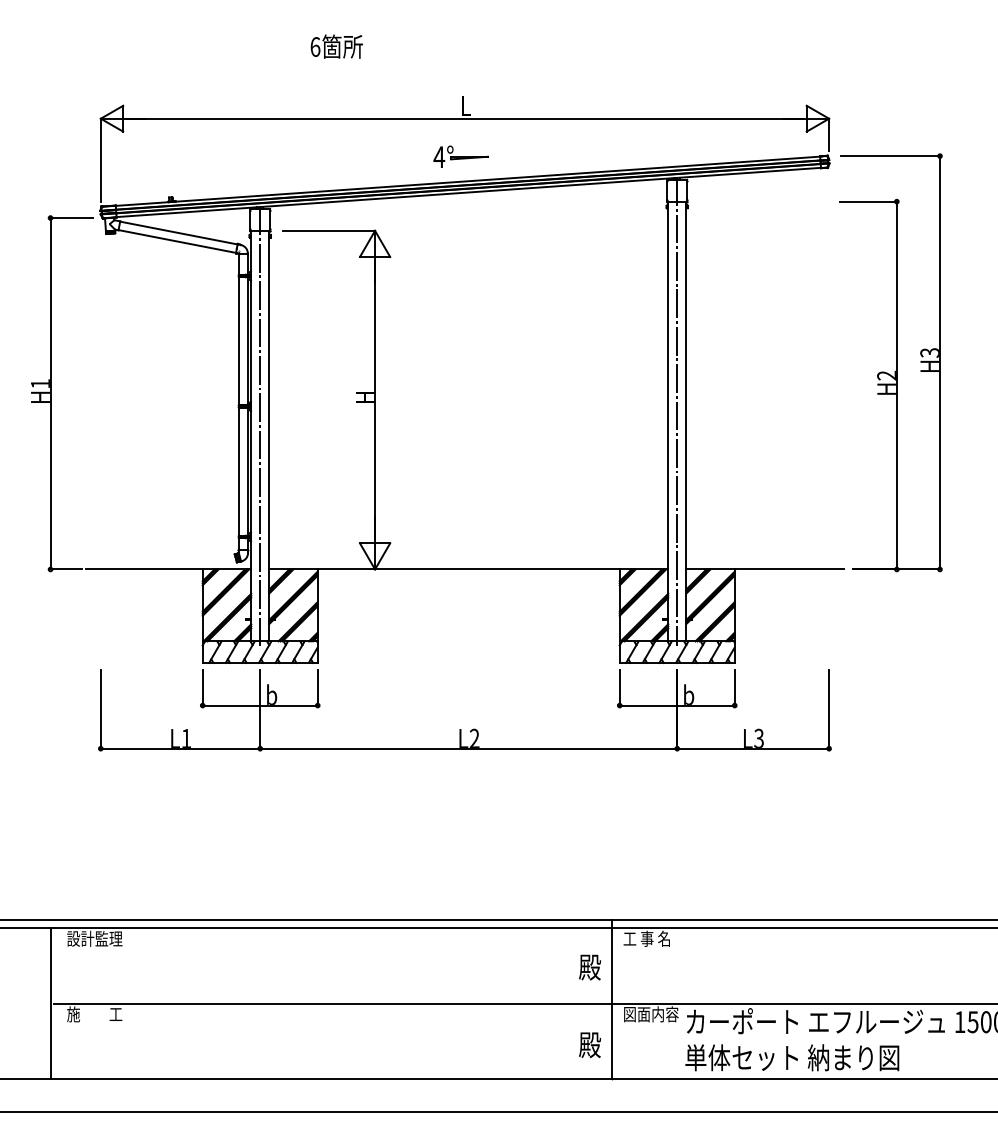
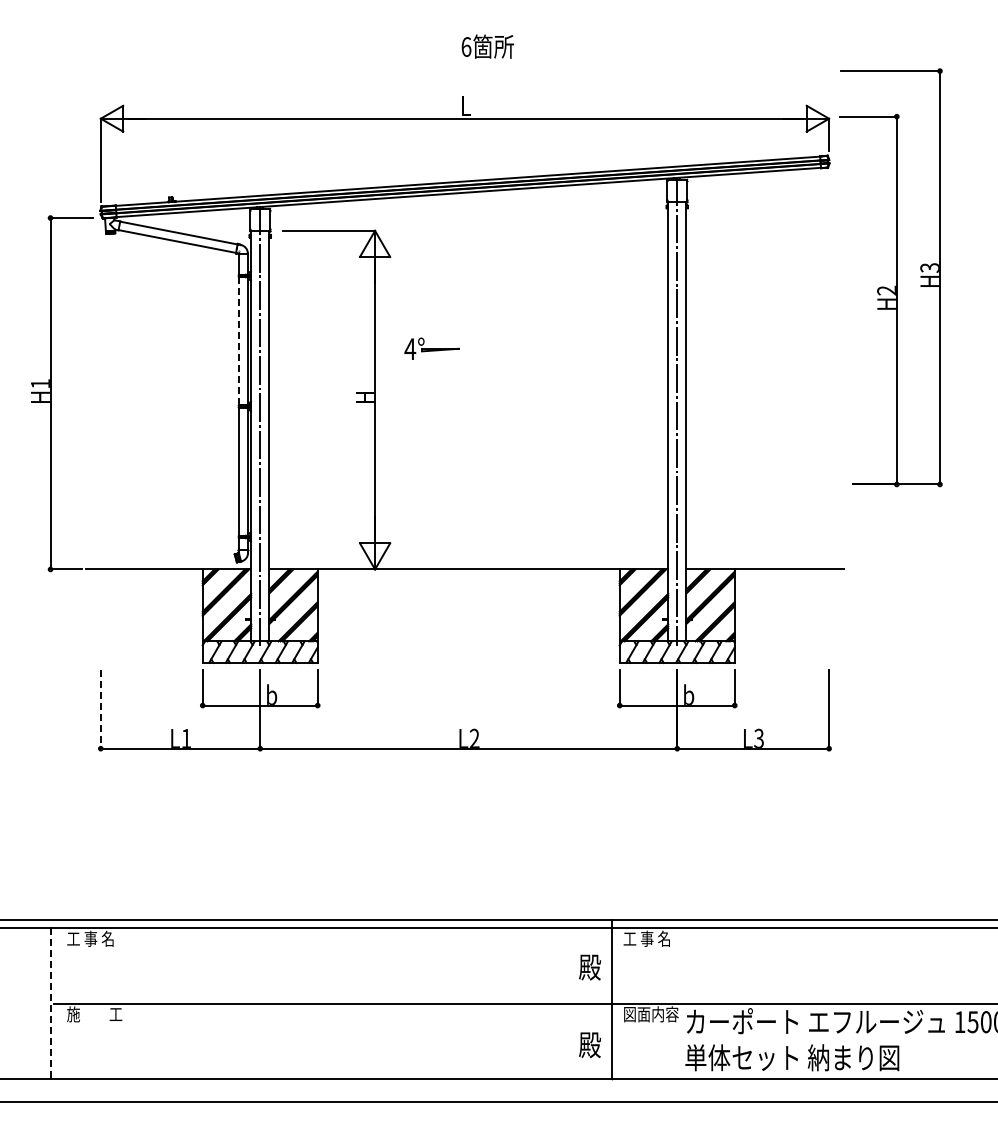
text at (336, 46) position: (336, 46) -> (487, 46)
part at (460, 156) position: (460, 156) -> (431, 348)
line at (239, 341): solid -> dashed
part at (890, 362) position: (890, 362) -> (890, 277)
line at (100, 710): solid -> dashed
text at (94, 938): 設計監理 -> 工 事 名
line at (50, 1004): solid -> dashed
line at (498, 1111) position: (498, 1111) -> (498, 1101)
